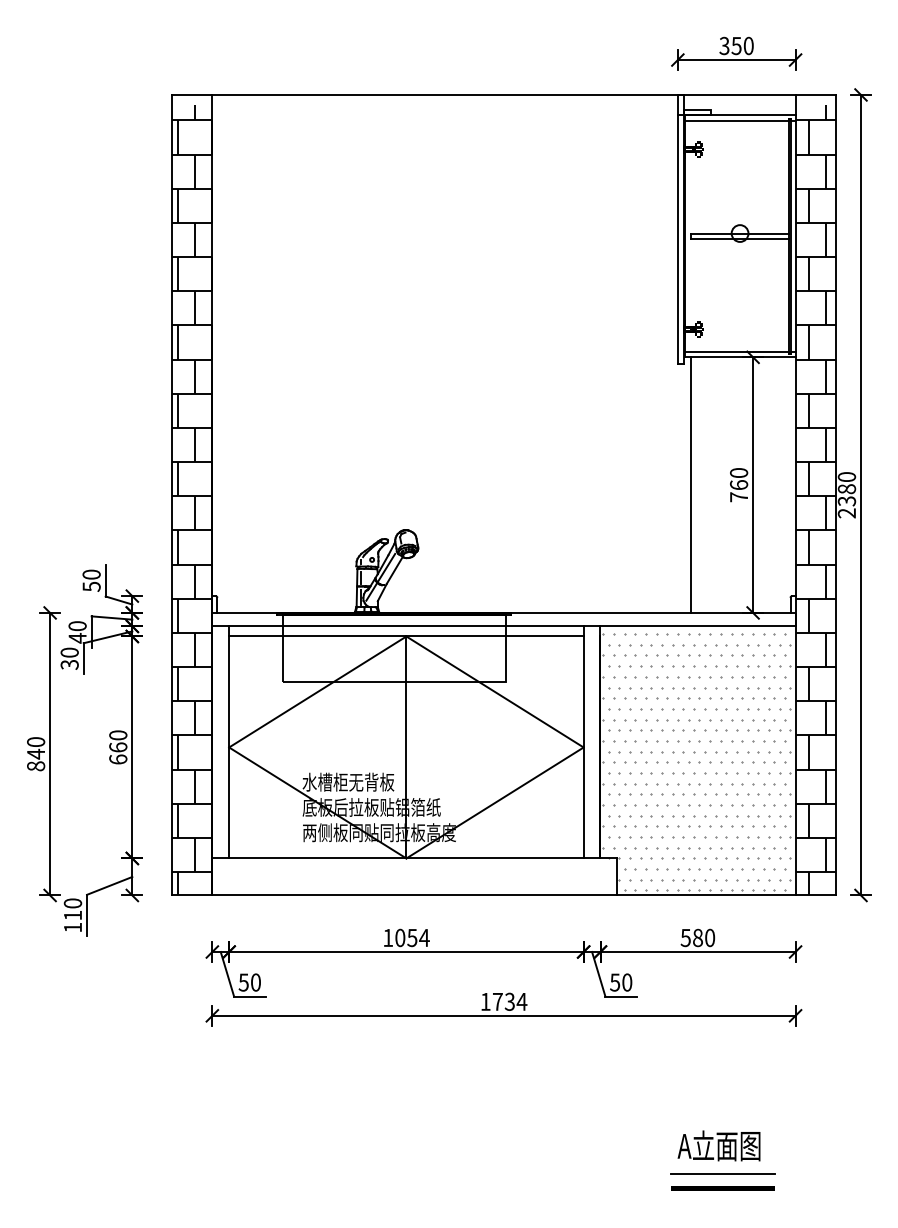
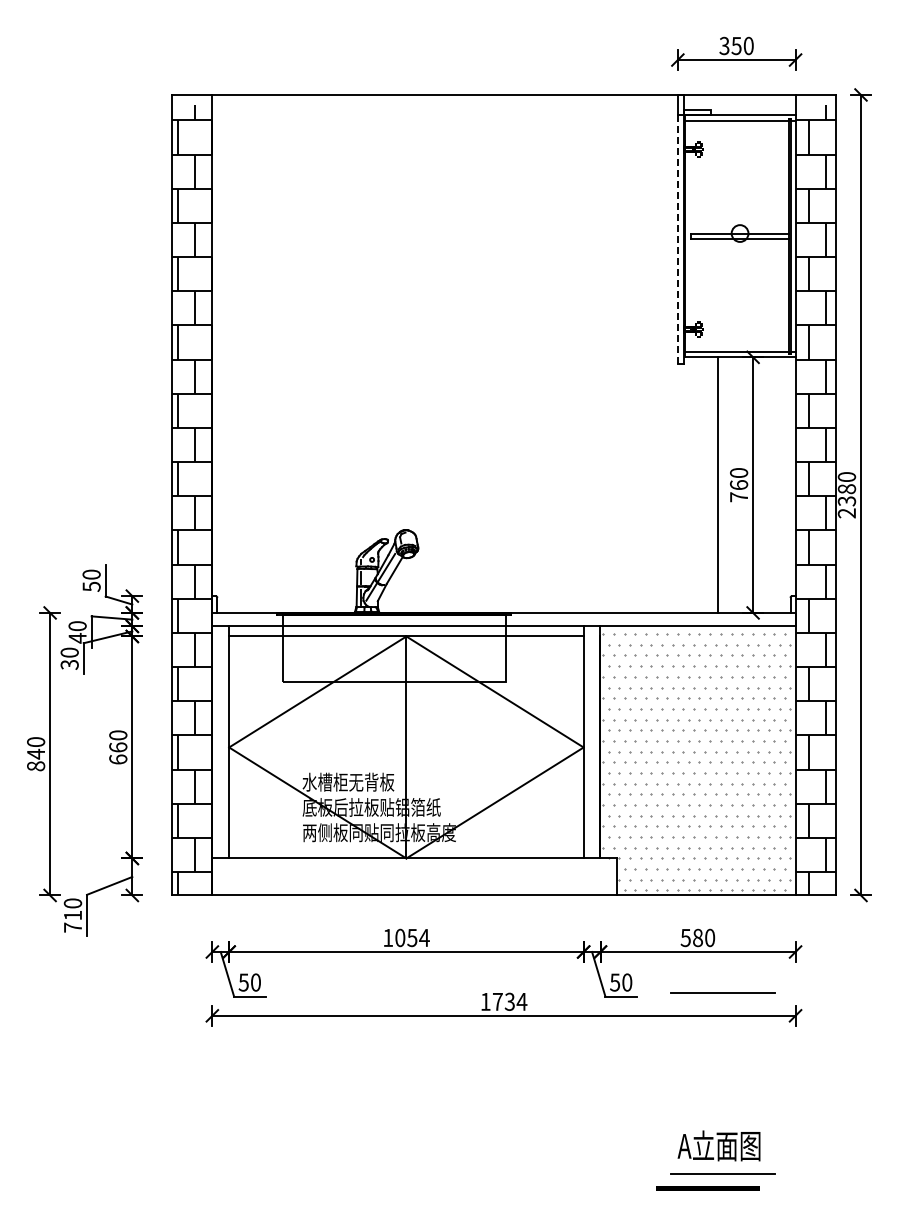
line at (677, 239): solid -> dashed
line at (691, 484) position: (691, 484) -> (718, 484)
text at (72, 927): 110 -> 710
line at (722, 992): none -> present
line at (722, 1188) position: (722, 1188) -> (707, 1188)
